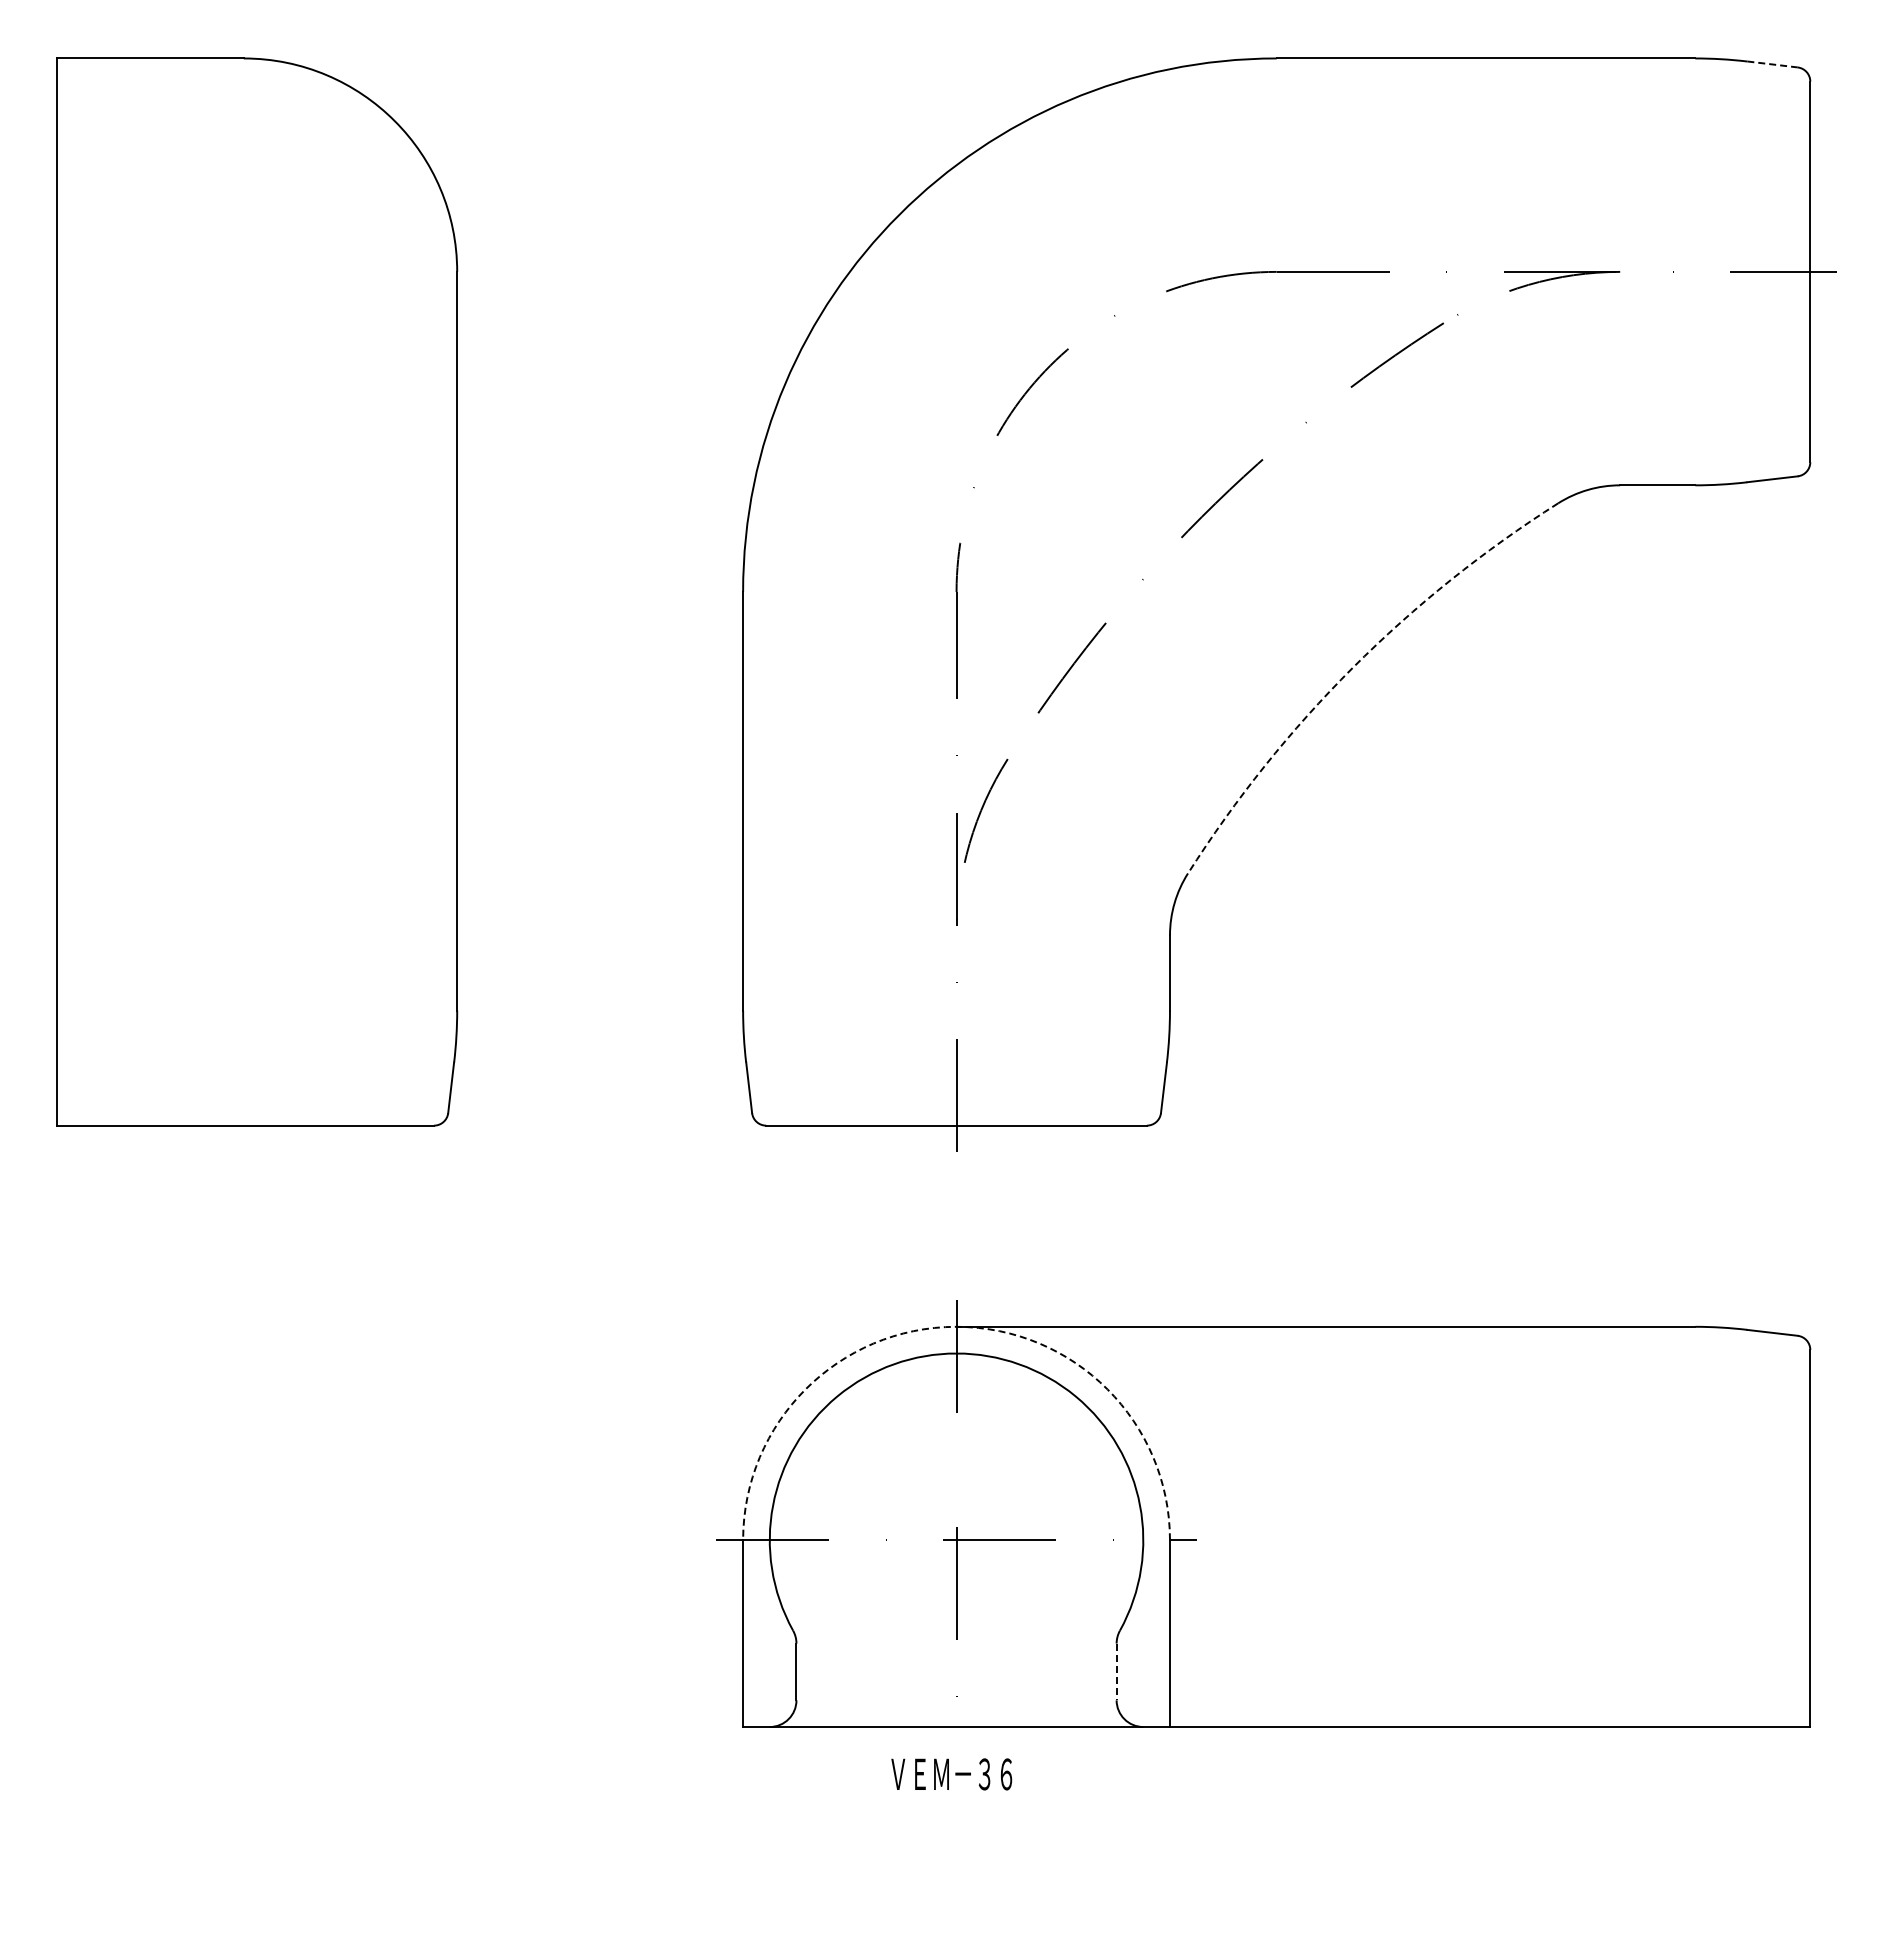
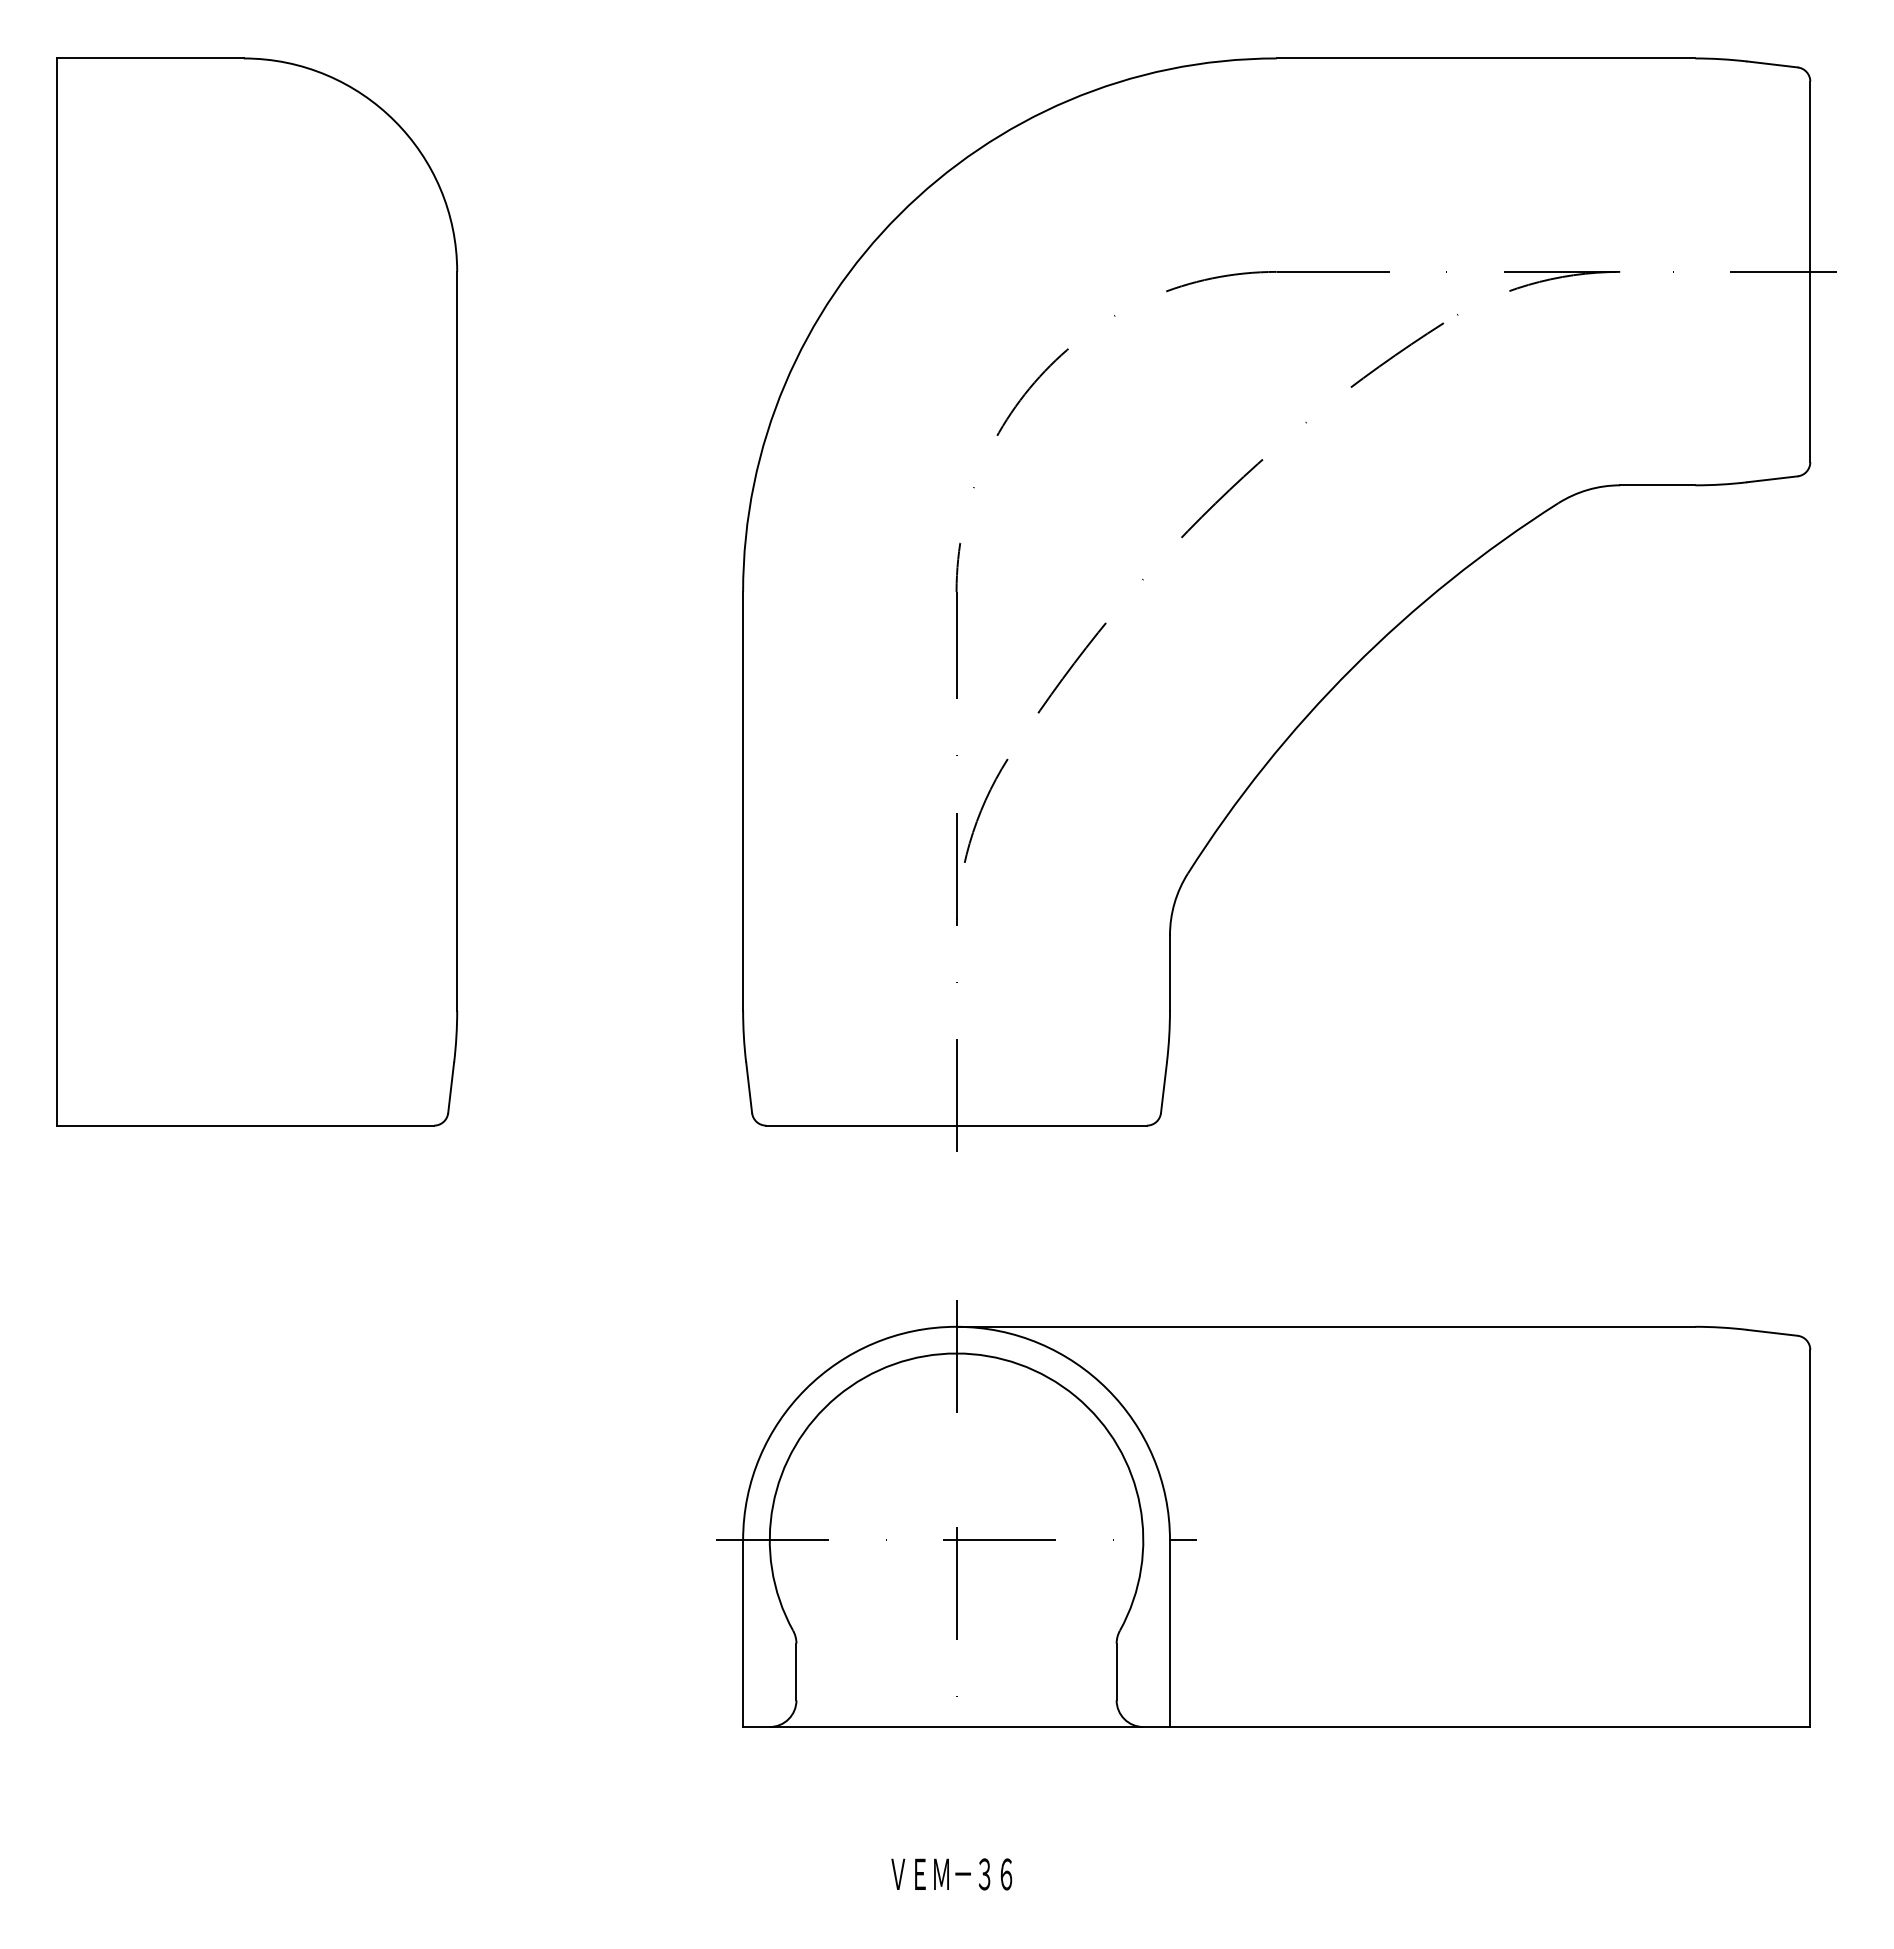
line at (1773, 64): dashed -> solid
arc at (1352, 668): dashed -> solid
arc at (956, 1326): dashed -> solid
line at (1116, 1672): dashed -> solid
text at (951, 1774) position: (951, 1774) -> (951, 1874)
